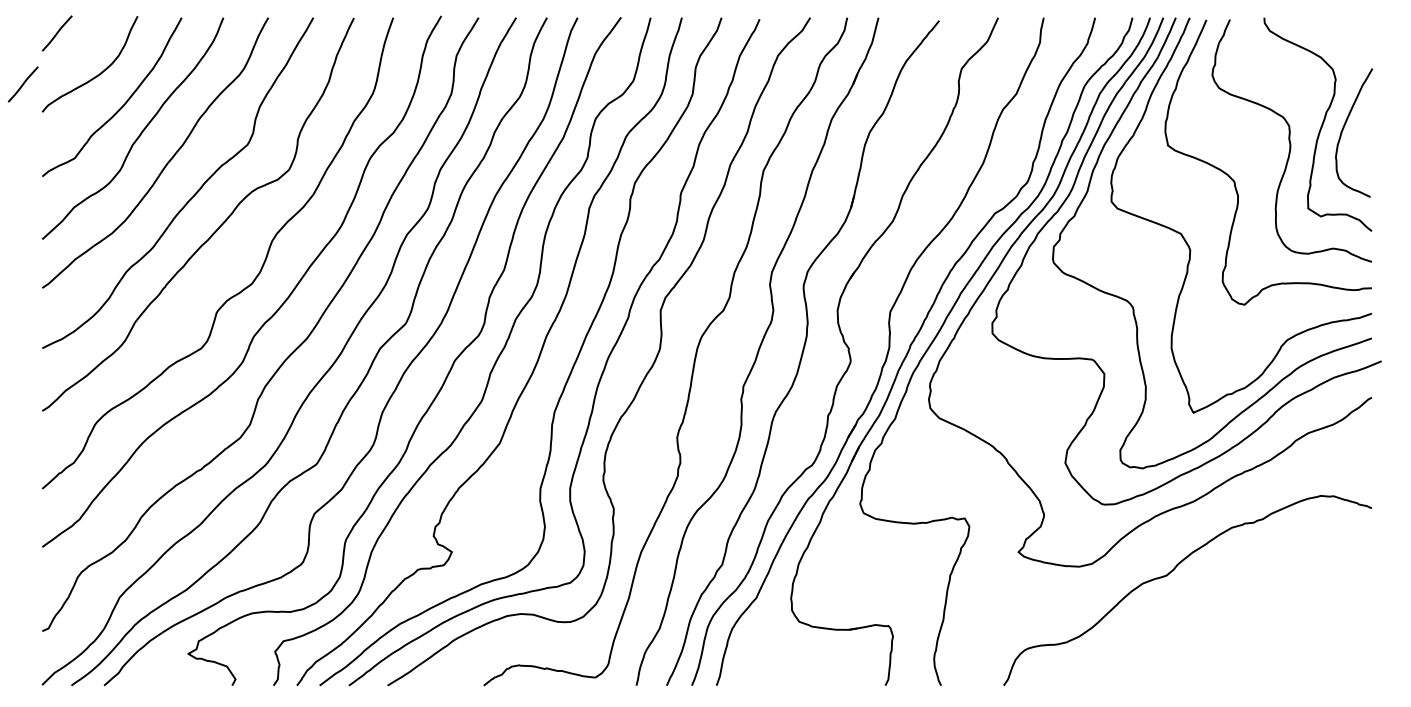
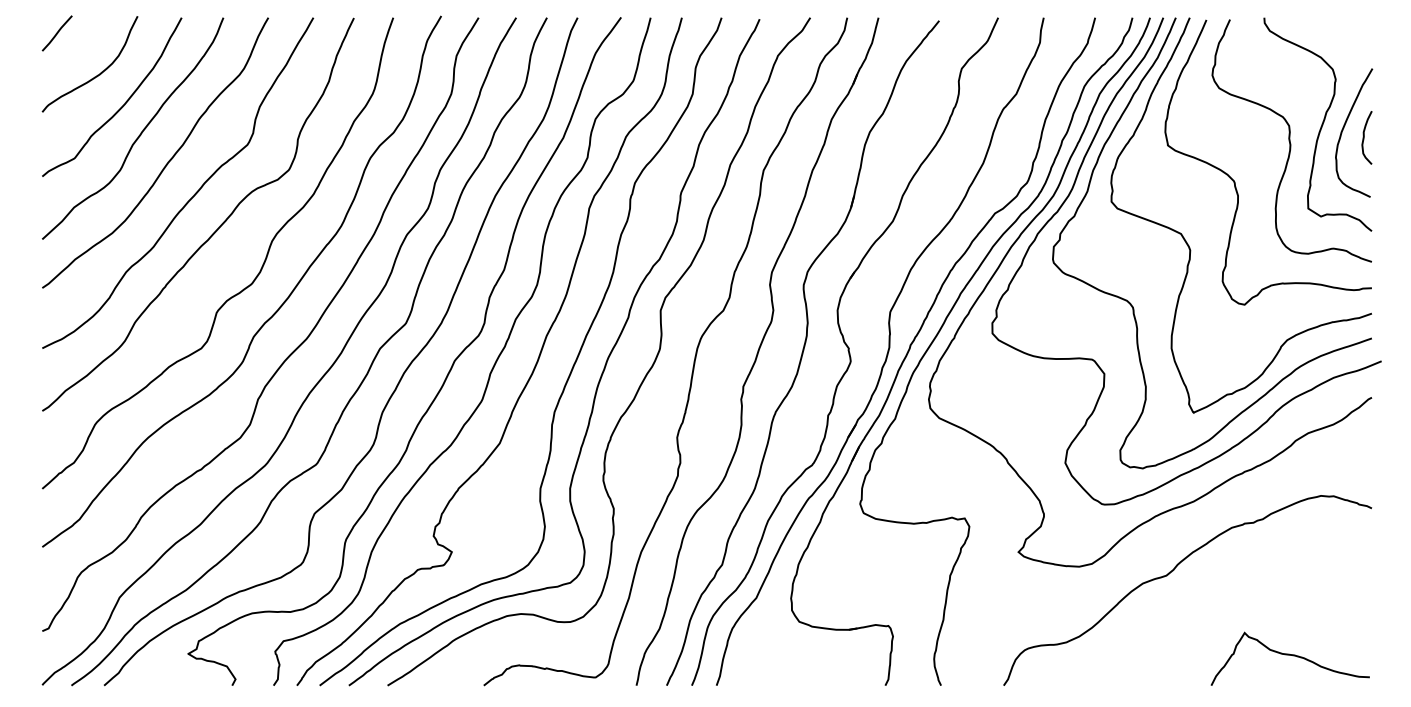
line at (22, 84): present -> none
curve at (1364, 137): none -> present
curve at (1289, 655): none -> present
